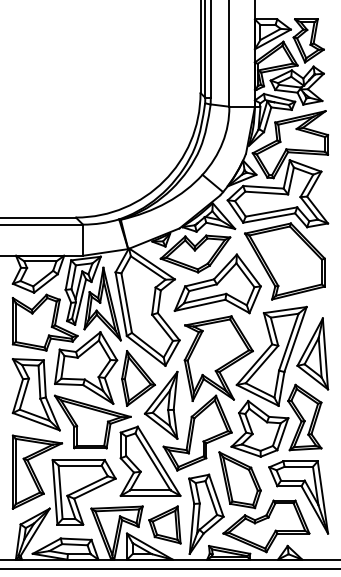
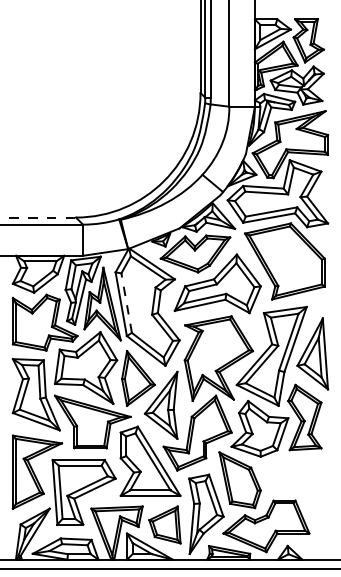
line at (38, 217): solid -> dashed
line at (126, 302): solid -> dashed
part at (304, 493): present -> none
